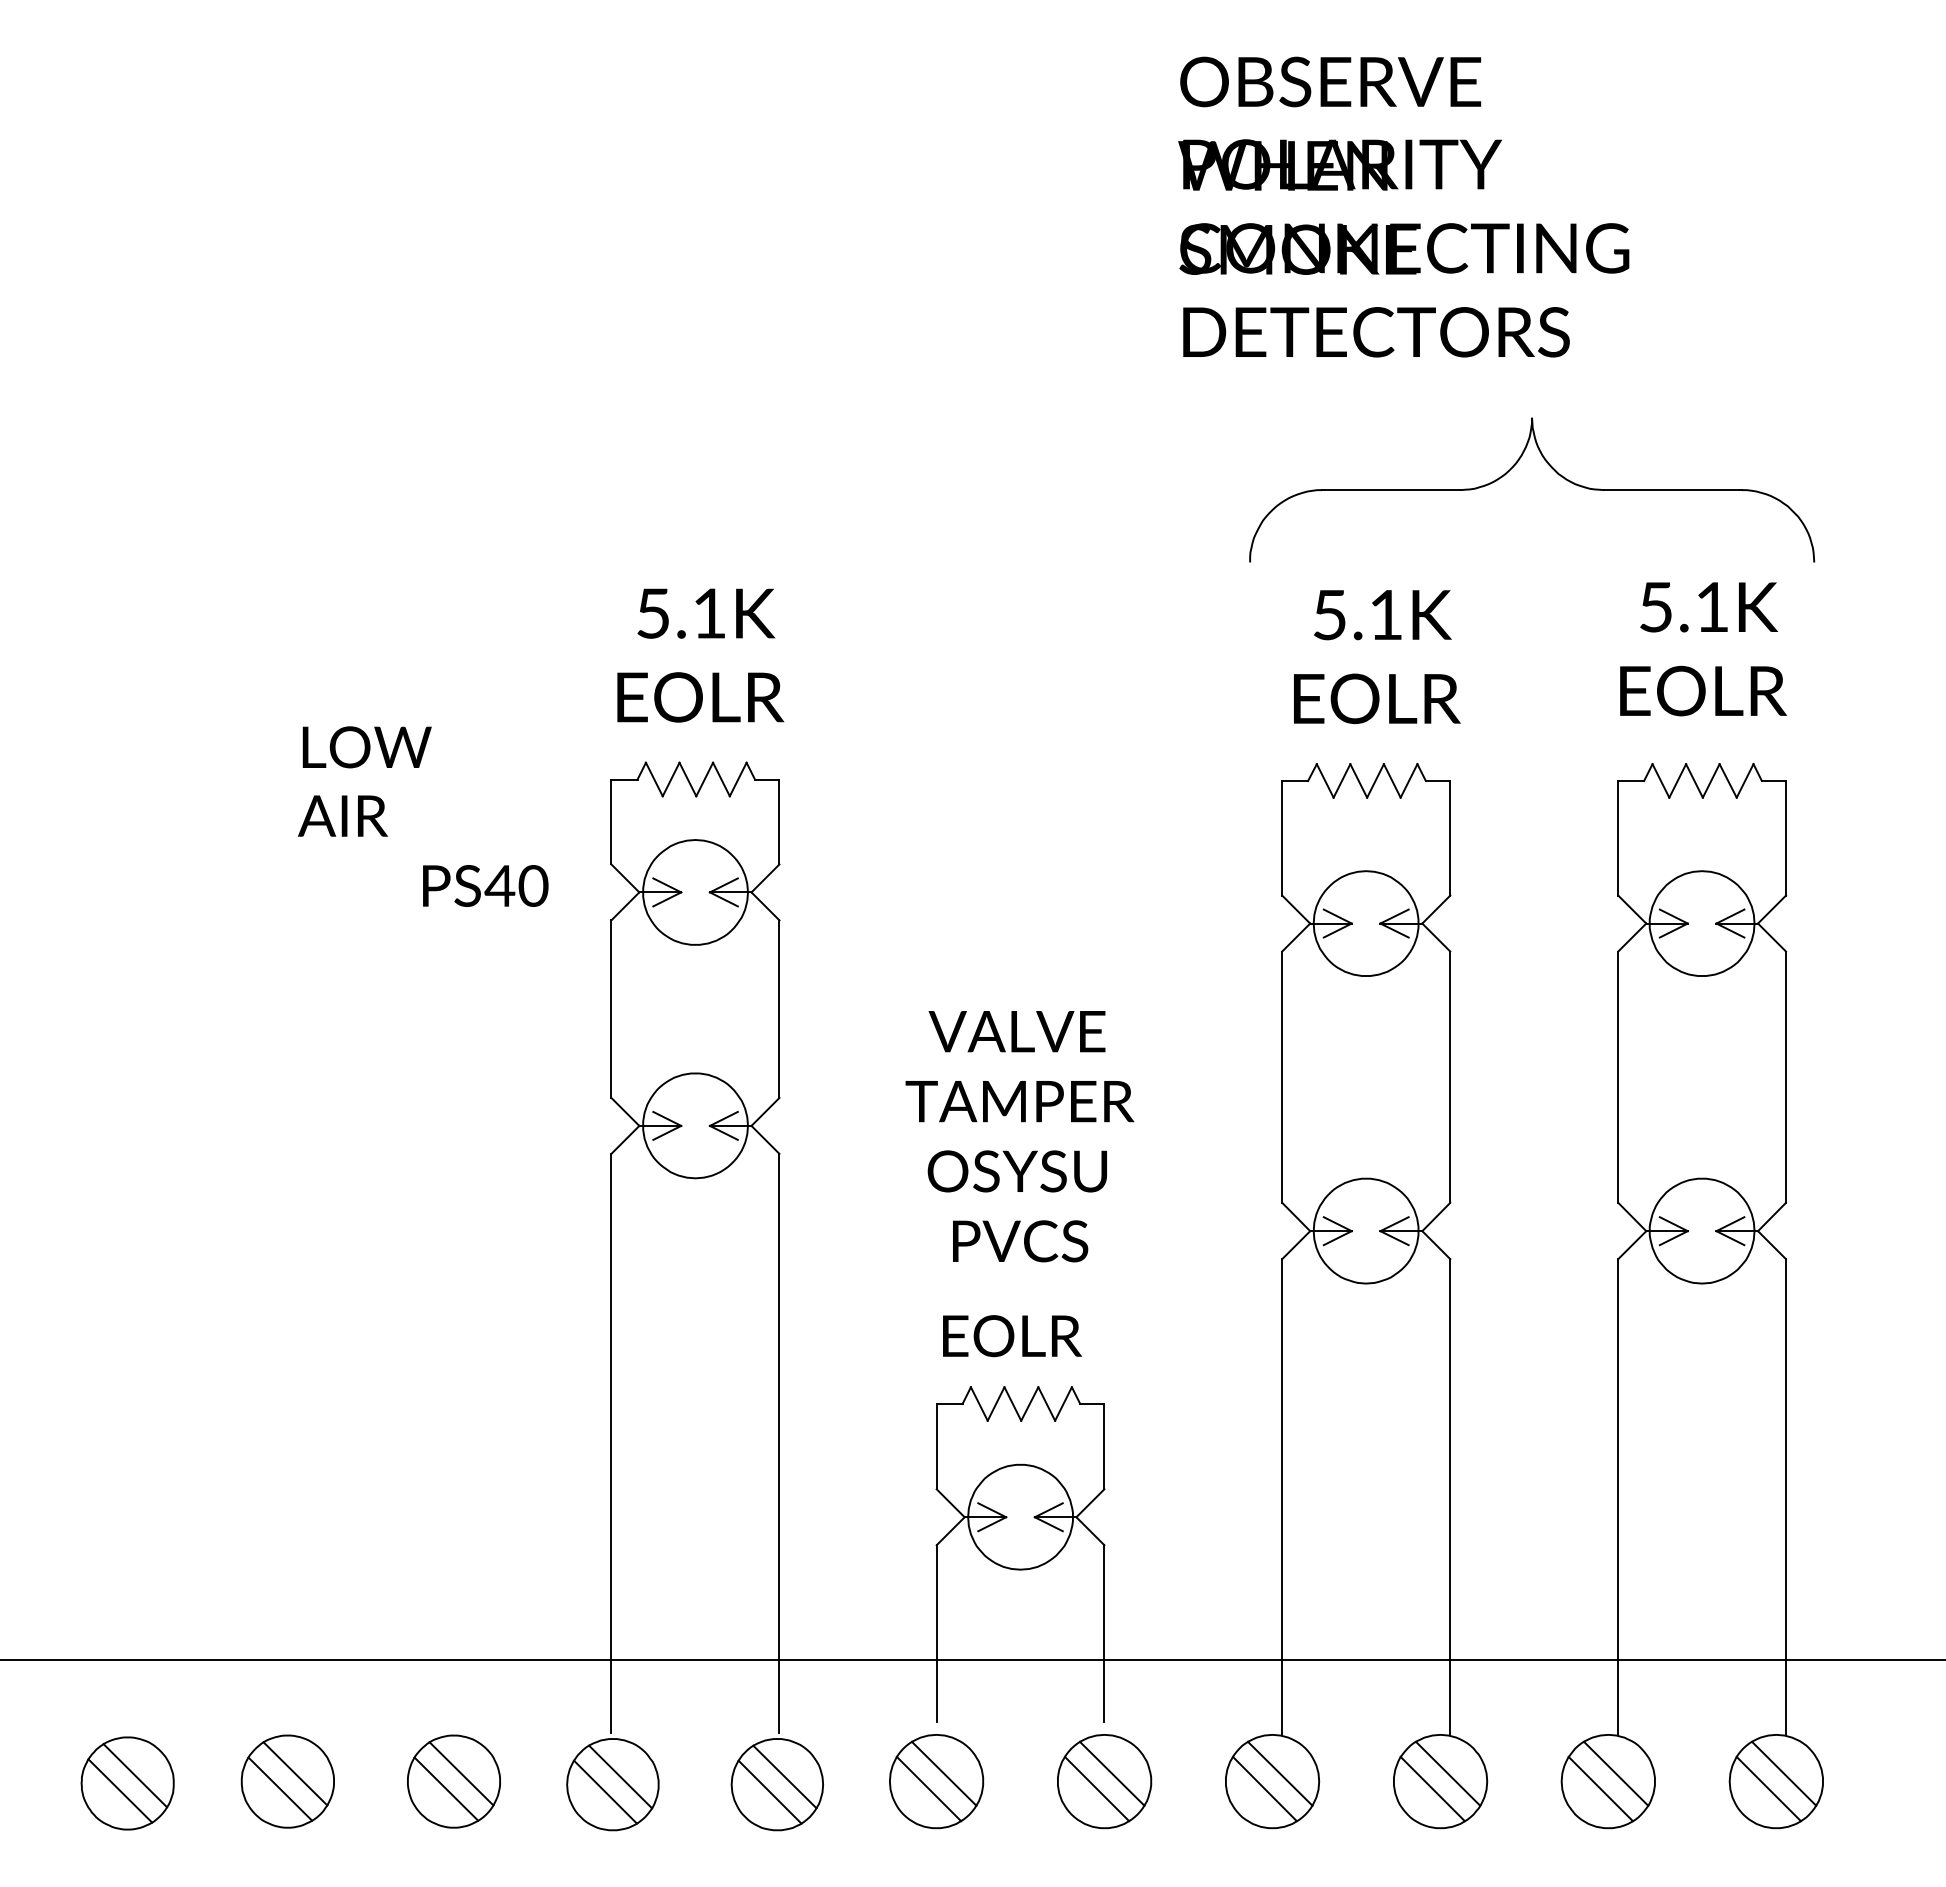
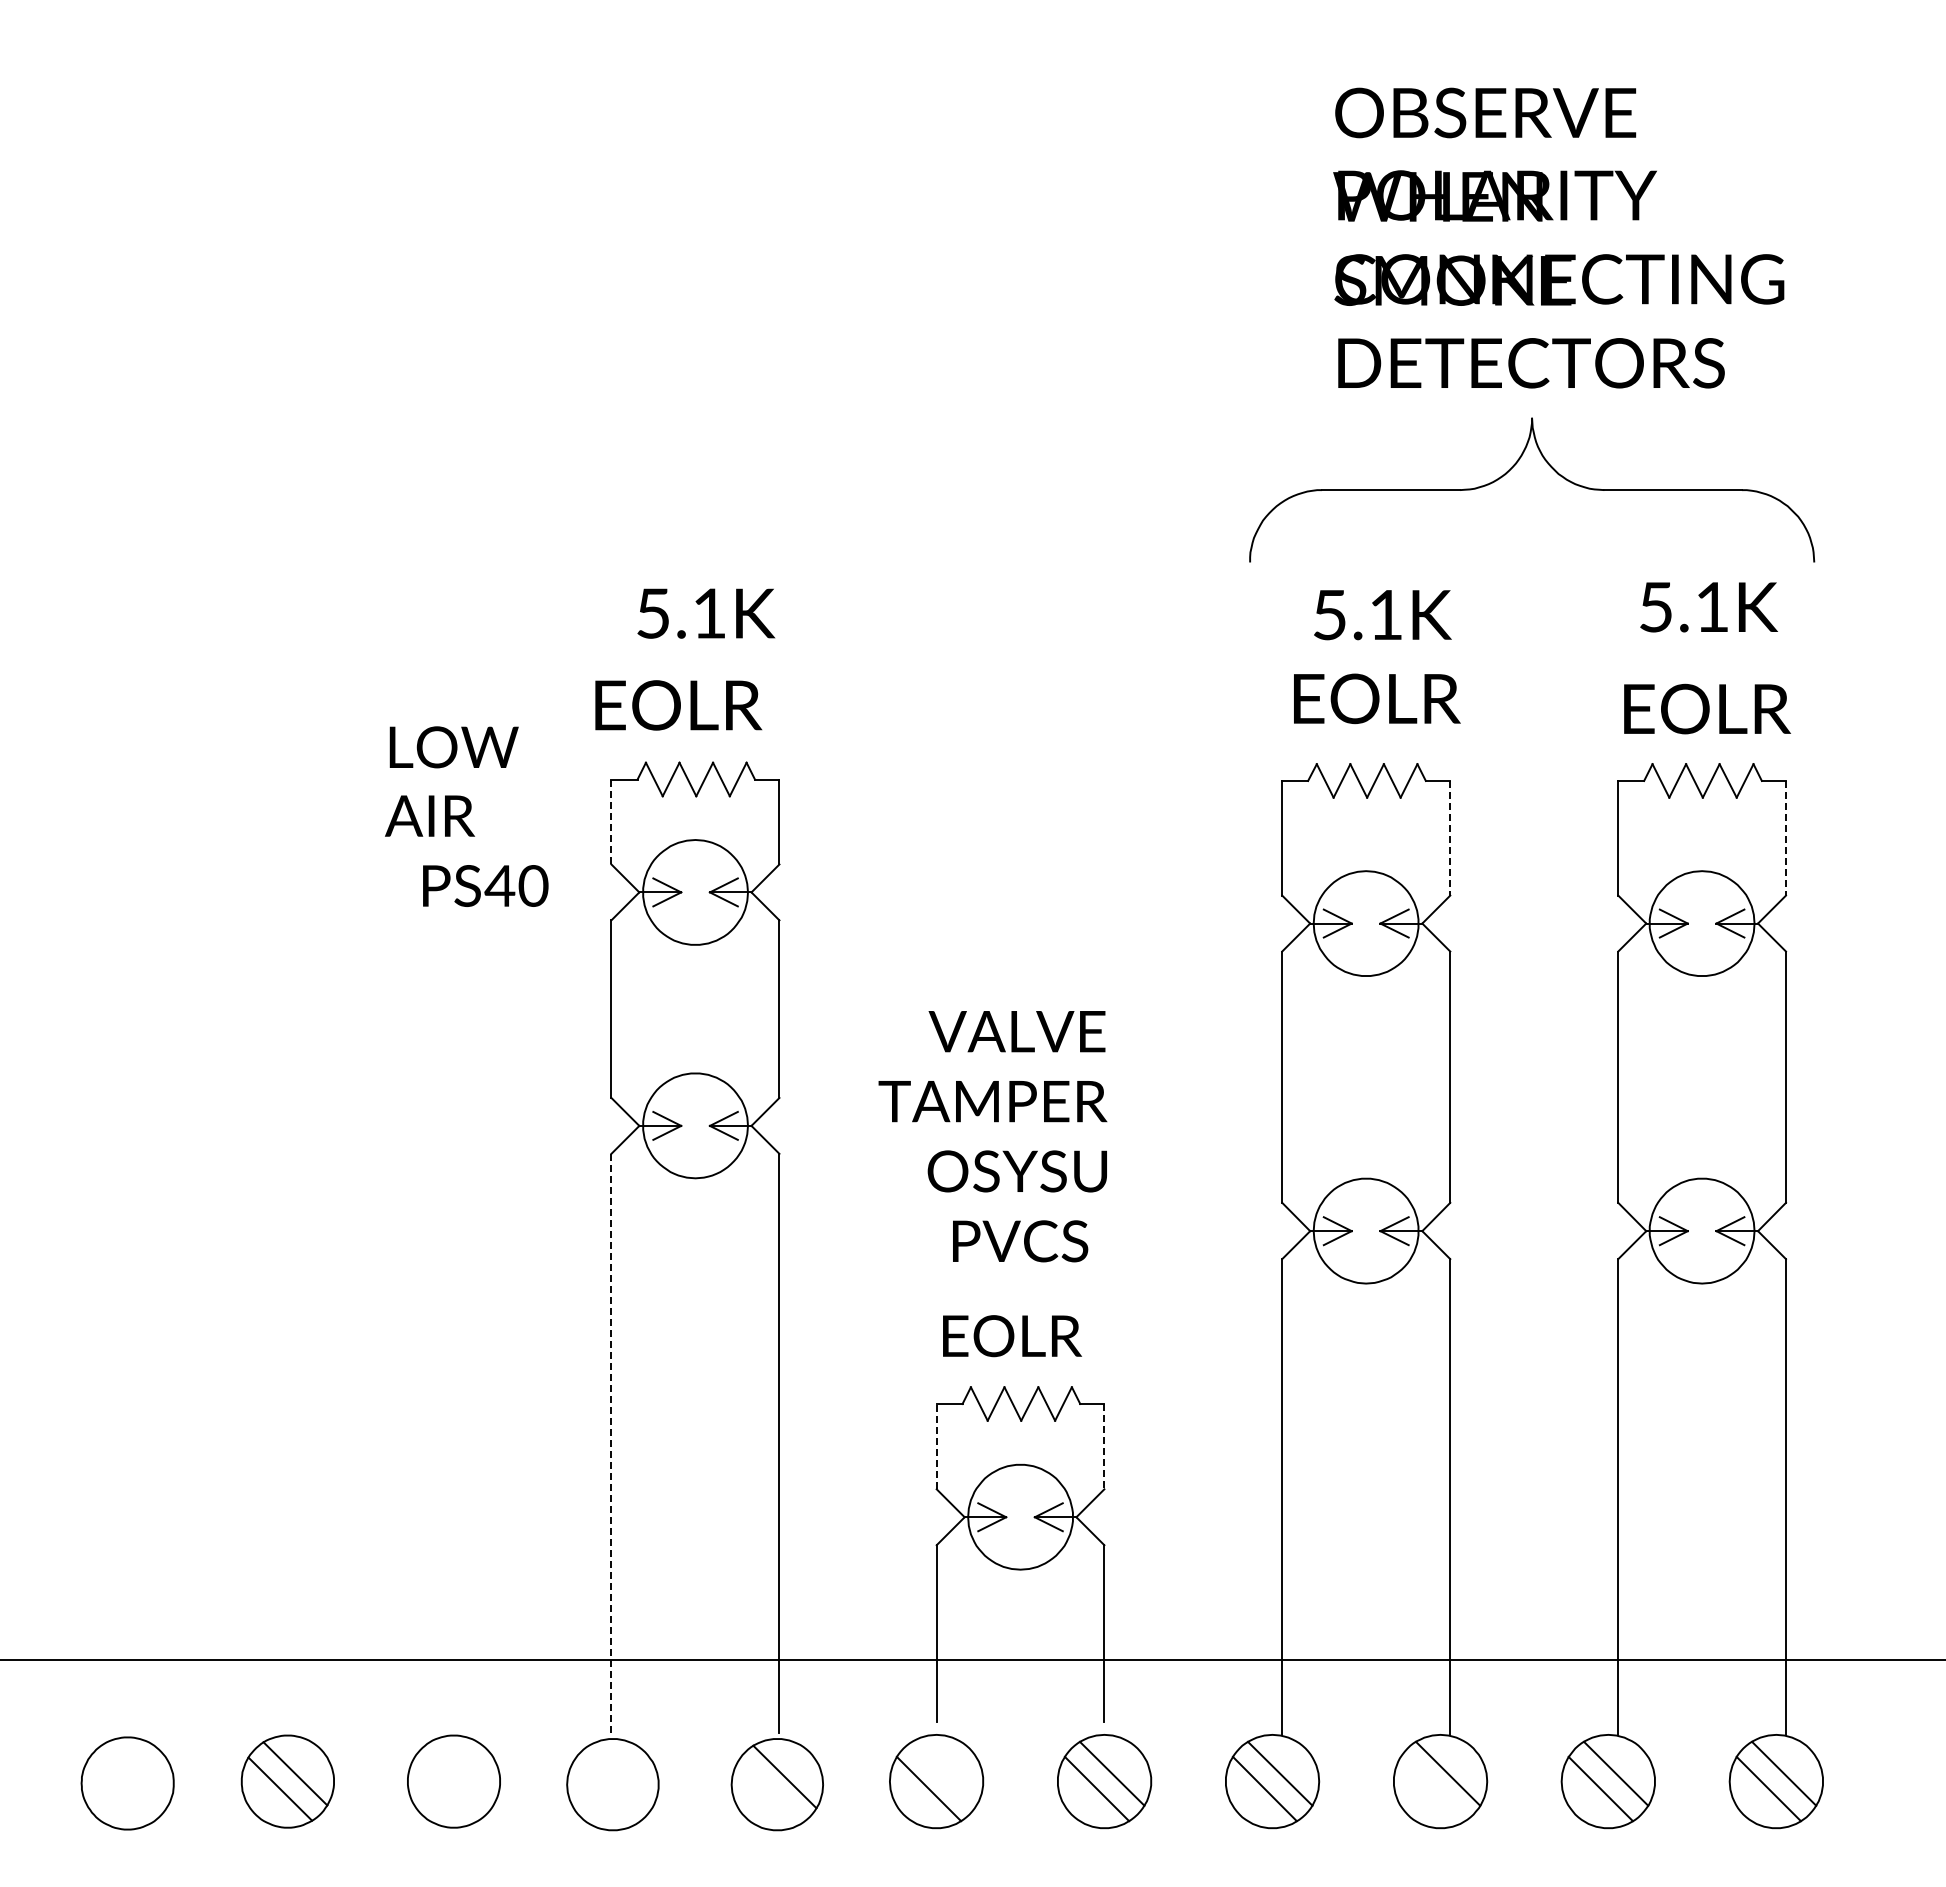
text at (1403, 206) position: (1403, 206) -> (1558, 237)
text at (1703, 690) position: (1703, 690) -> (1707, 708)
text at (700, 697) position: (700, 697) -> (678, 705)
text at (364, 781) position: (364, 781) -> (451, 781)
line at (611, 821): solid -> dashed
line at (1450, 838): solid -> dashed
line at (1785, 838): solid -> dashed
text at (1019, 1101) position: (1019, 1101) -> (992, 1101)
line at (611, 1443): solid -> dashed
line at (936, 1446): solid -> dashed
line at (1104, 1446): solid -> dashed
line at (461, 1773): present -> none
line at (943, 1773): present -> none
line at (135, 1775): present -> none
line at (620, 1776): present -> none
line at (446, 1788): present -> none
line at (1432, 1788): present -> none
line at (120, 1790): present -> none
line at (605, 1791): present -> none
line at (769, 1791): present -> none
